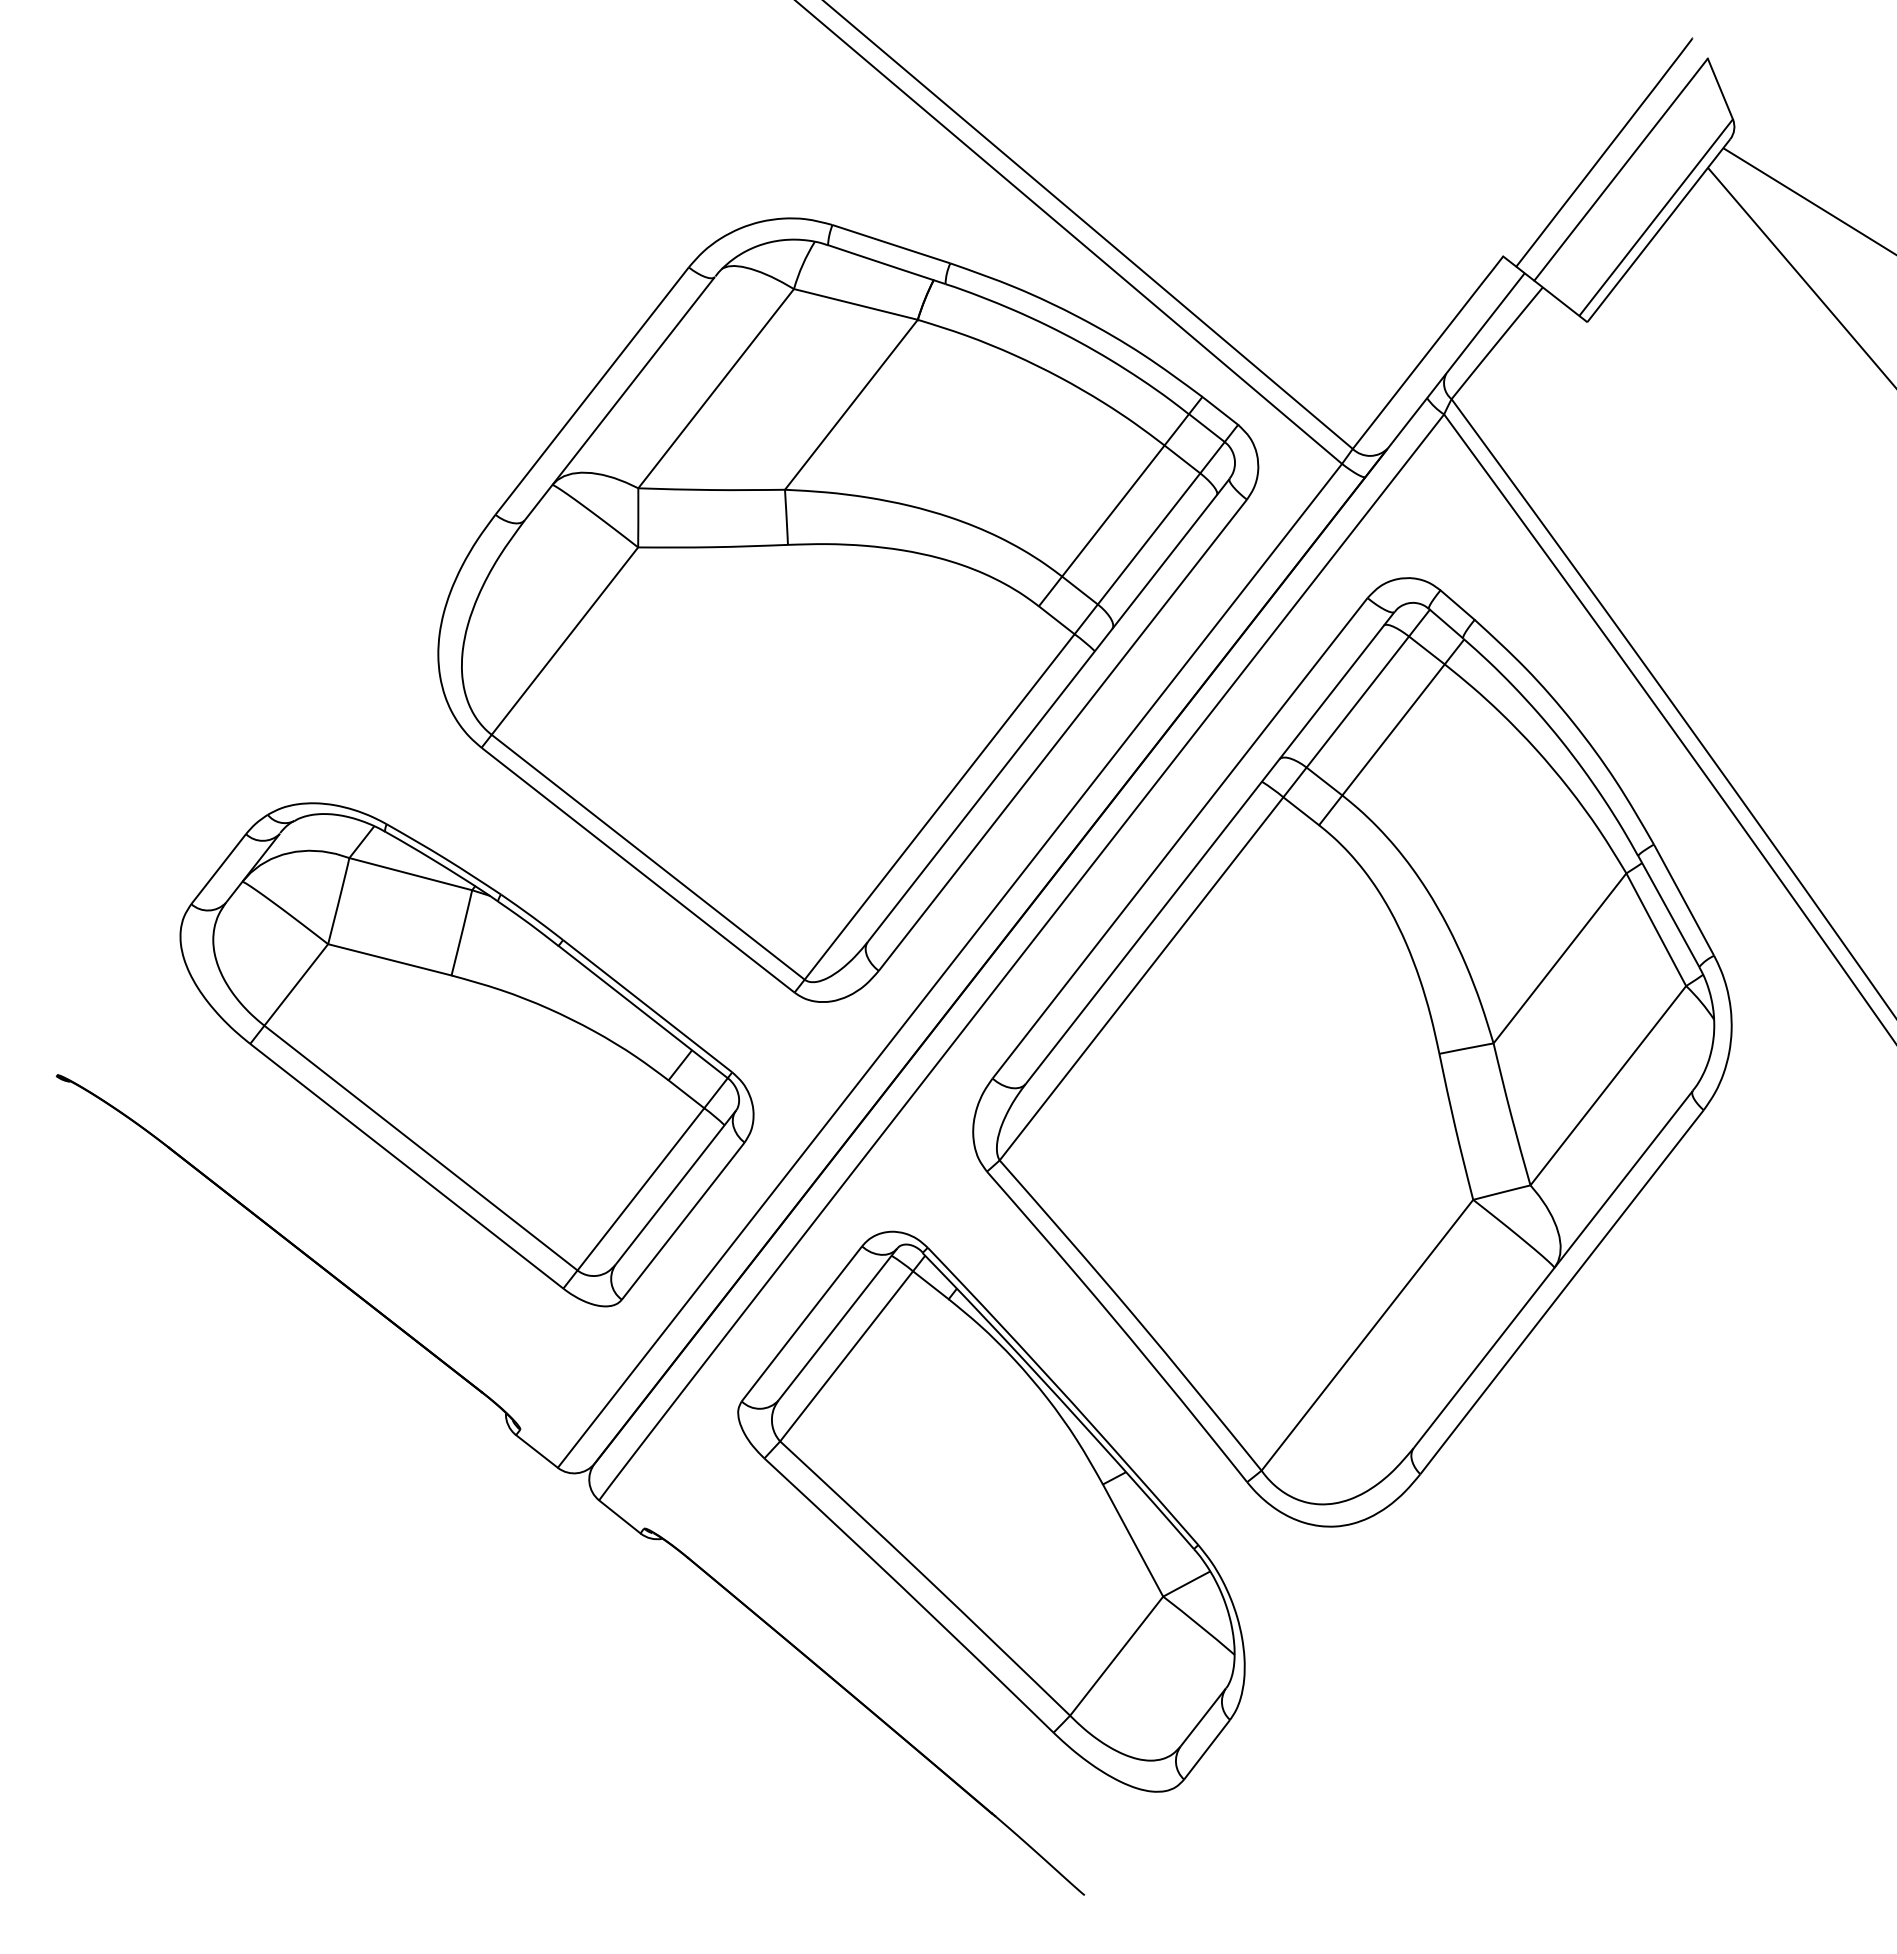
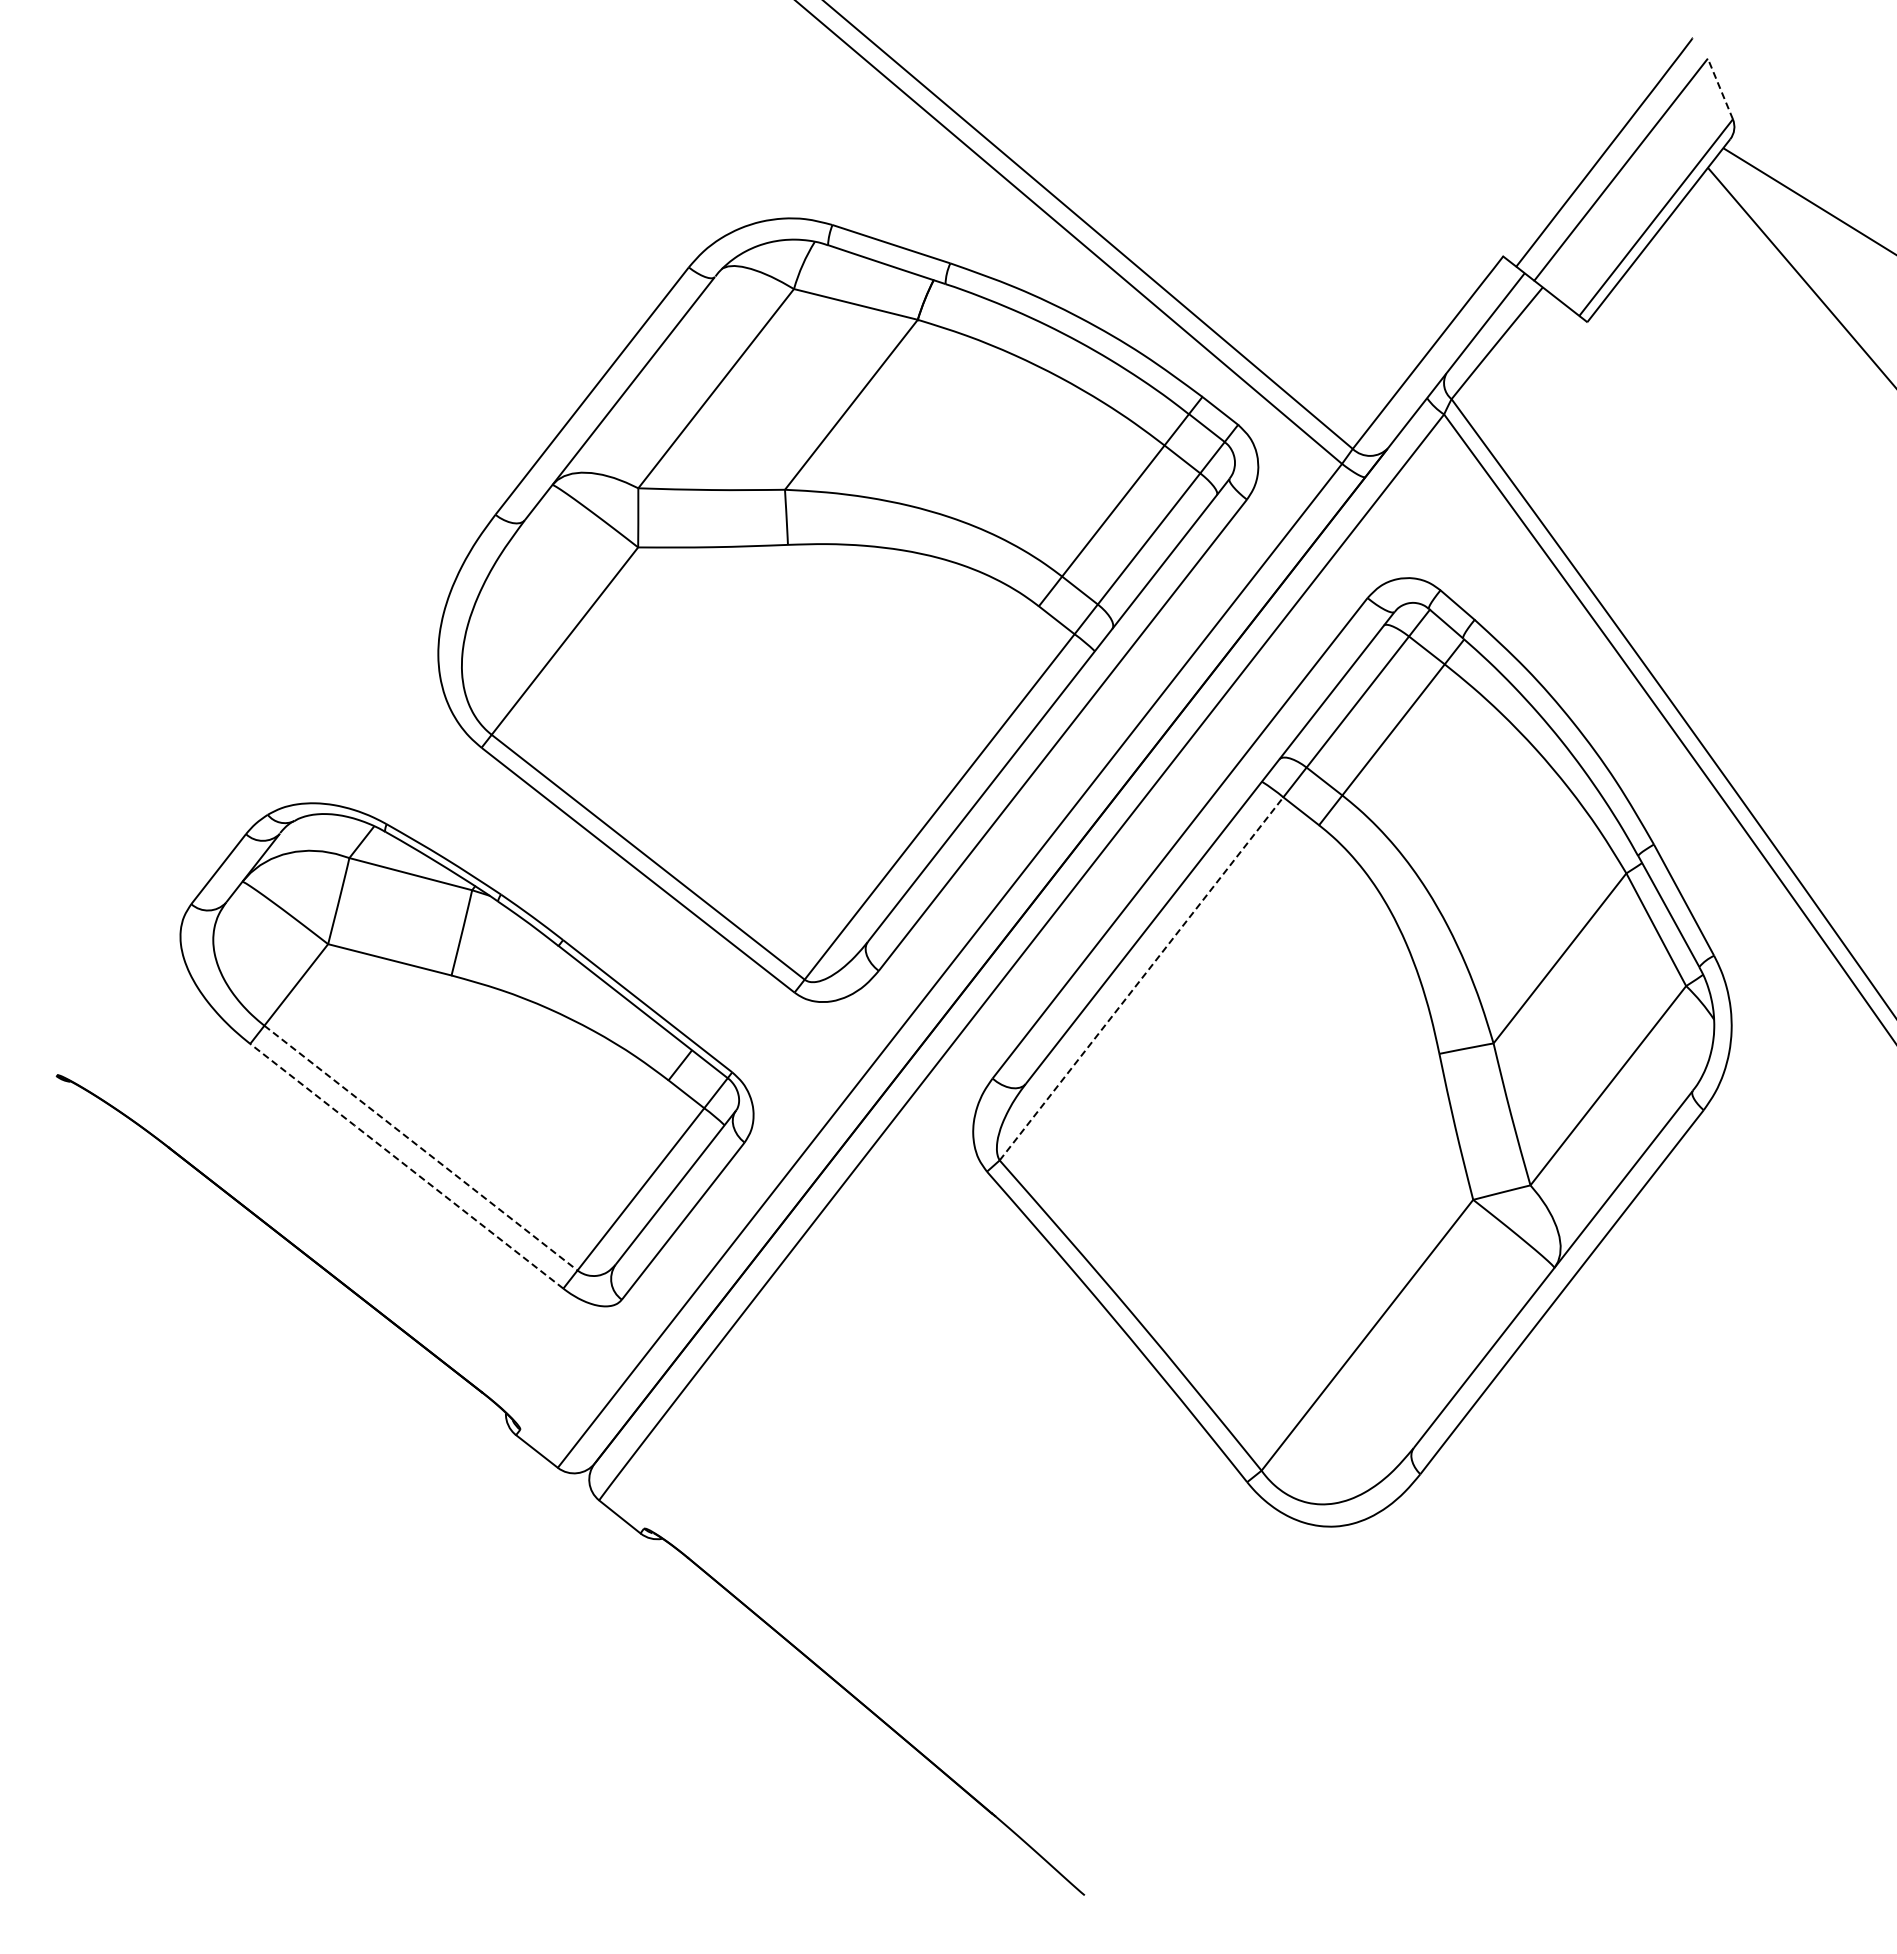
line at (1720, 88): solid -> dashed
line at (1141, 978): solid -> dashed
line at (420, 1148): solid -> dashed
line at (406, 1166): solid -> dashed
part at (991, 1511): present -> none
